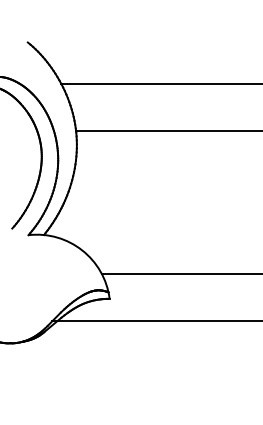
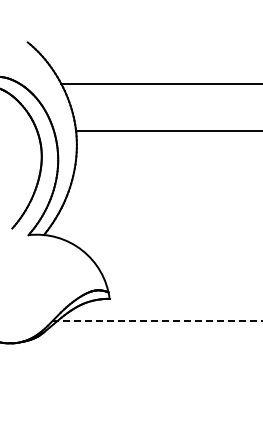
line at (180, 273): present -> none
line at (158, 321): solid -> dashed
